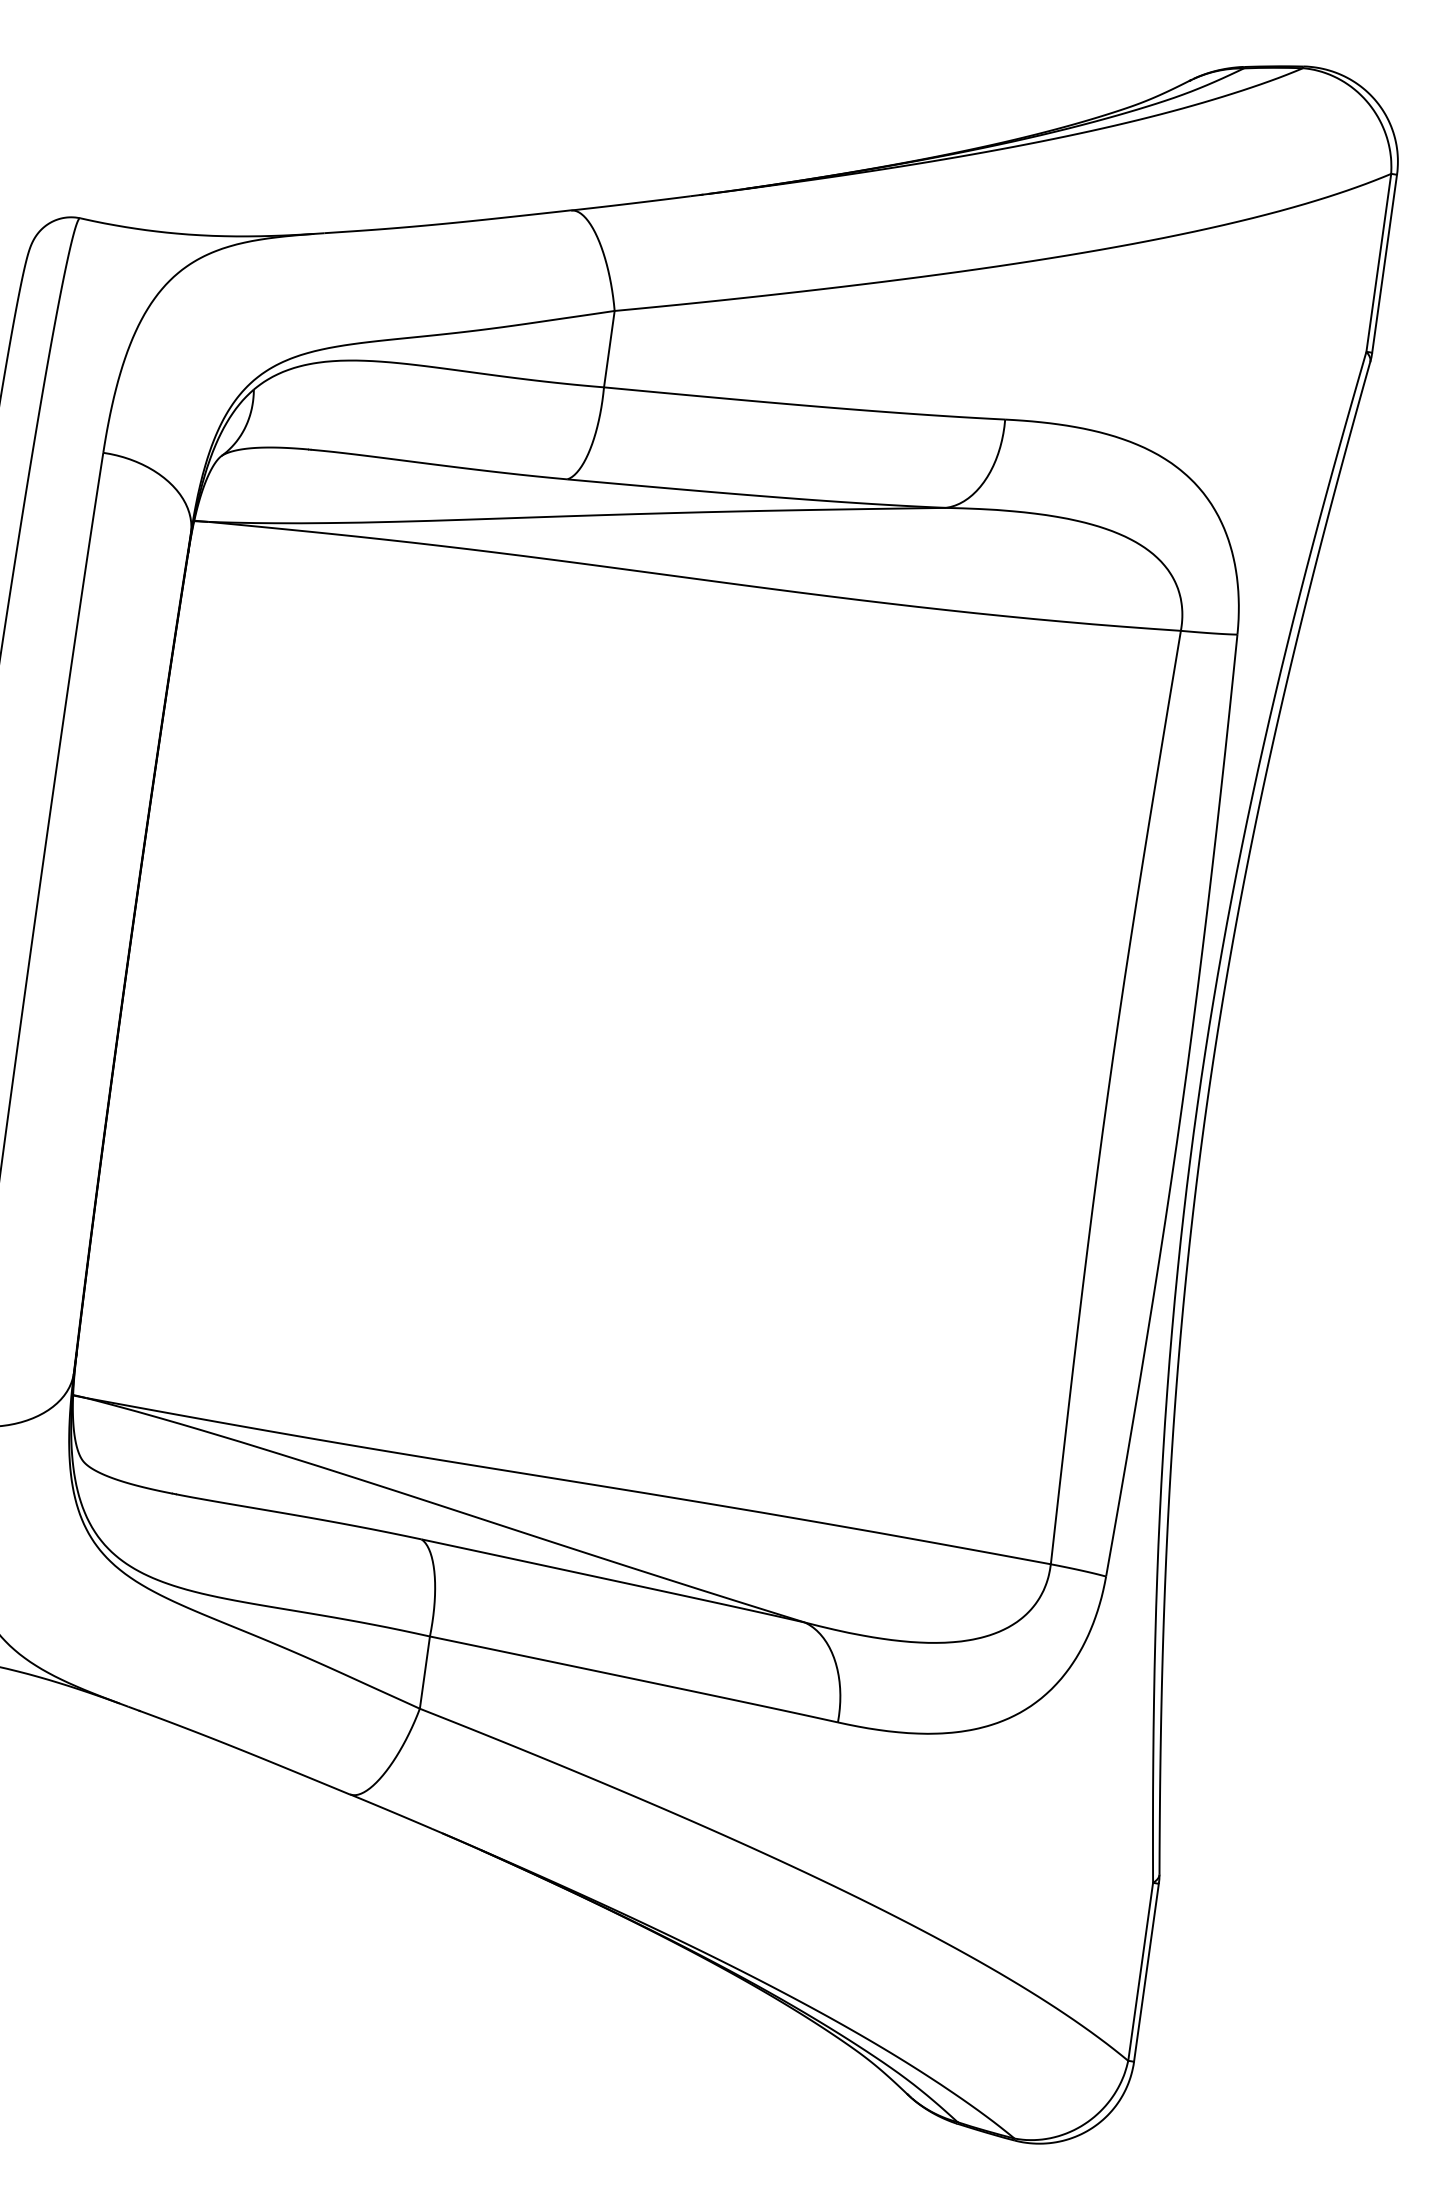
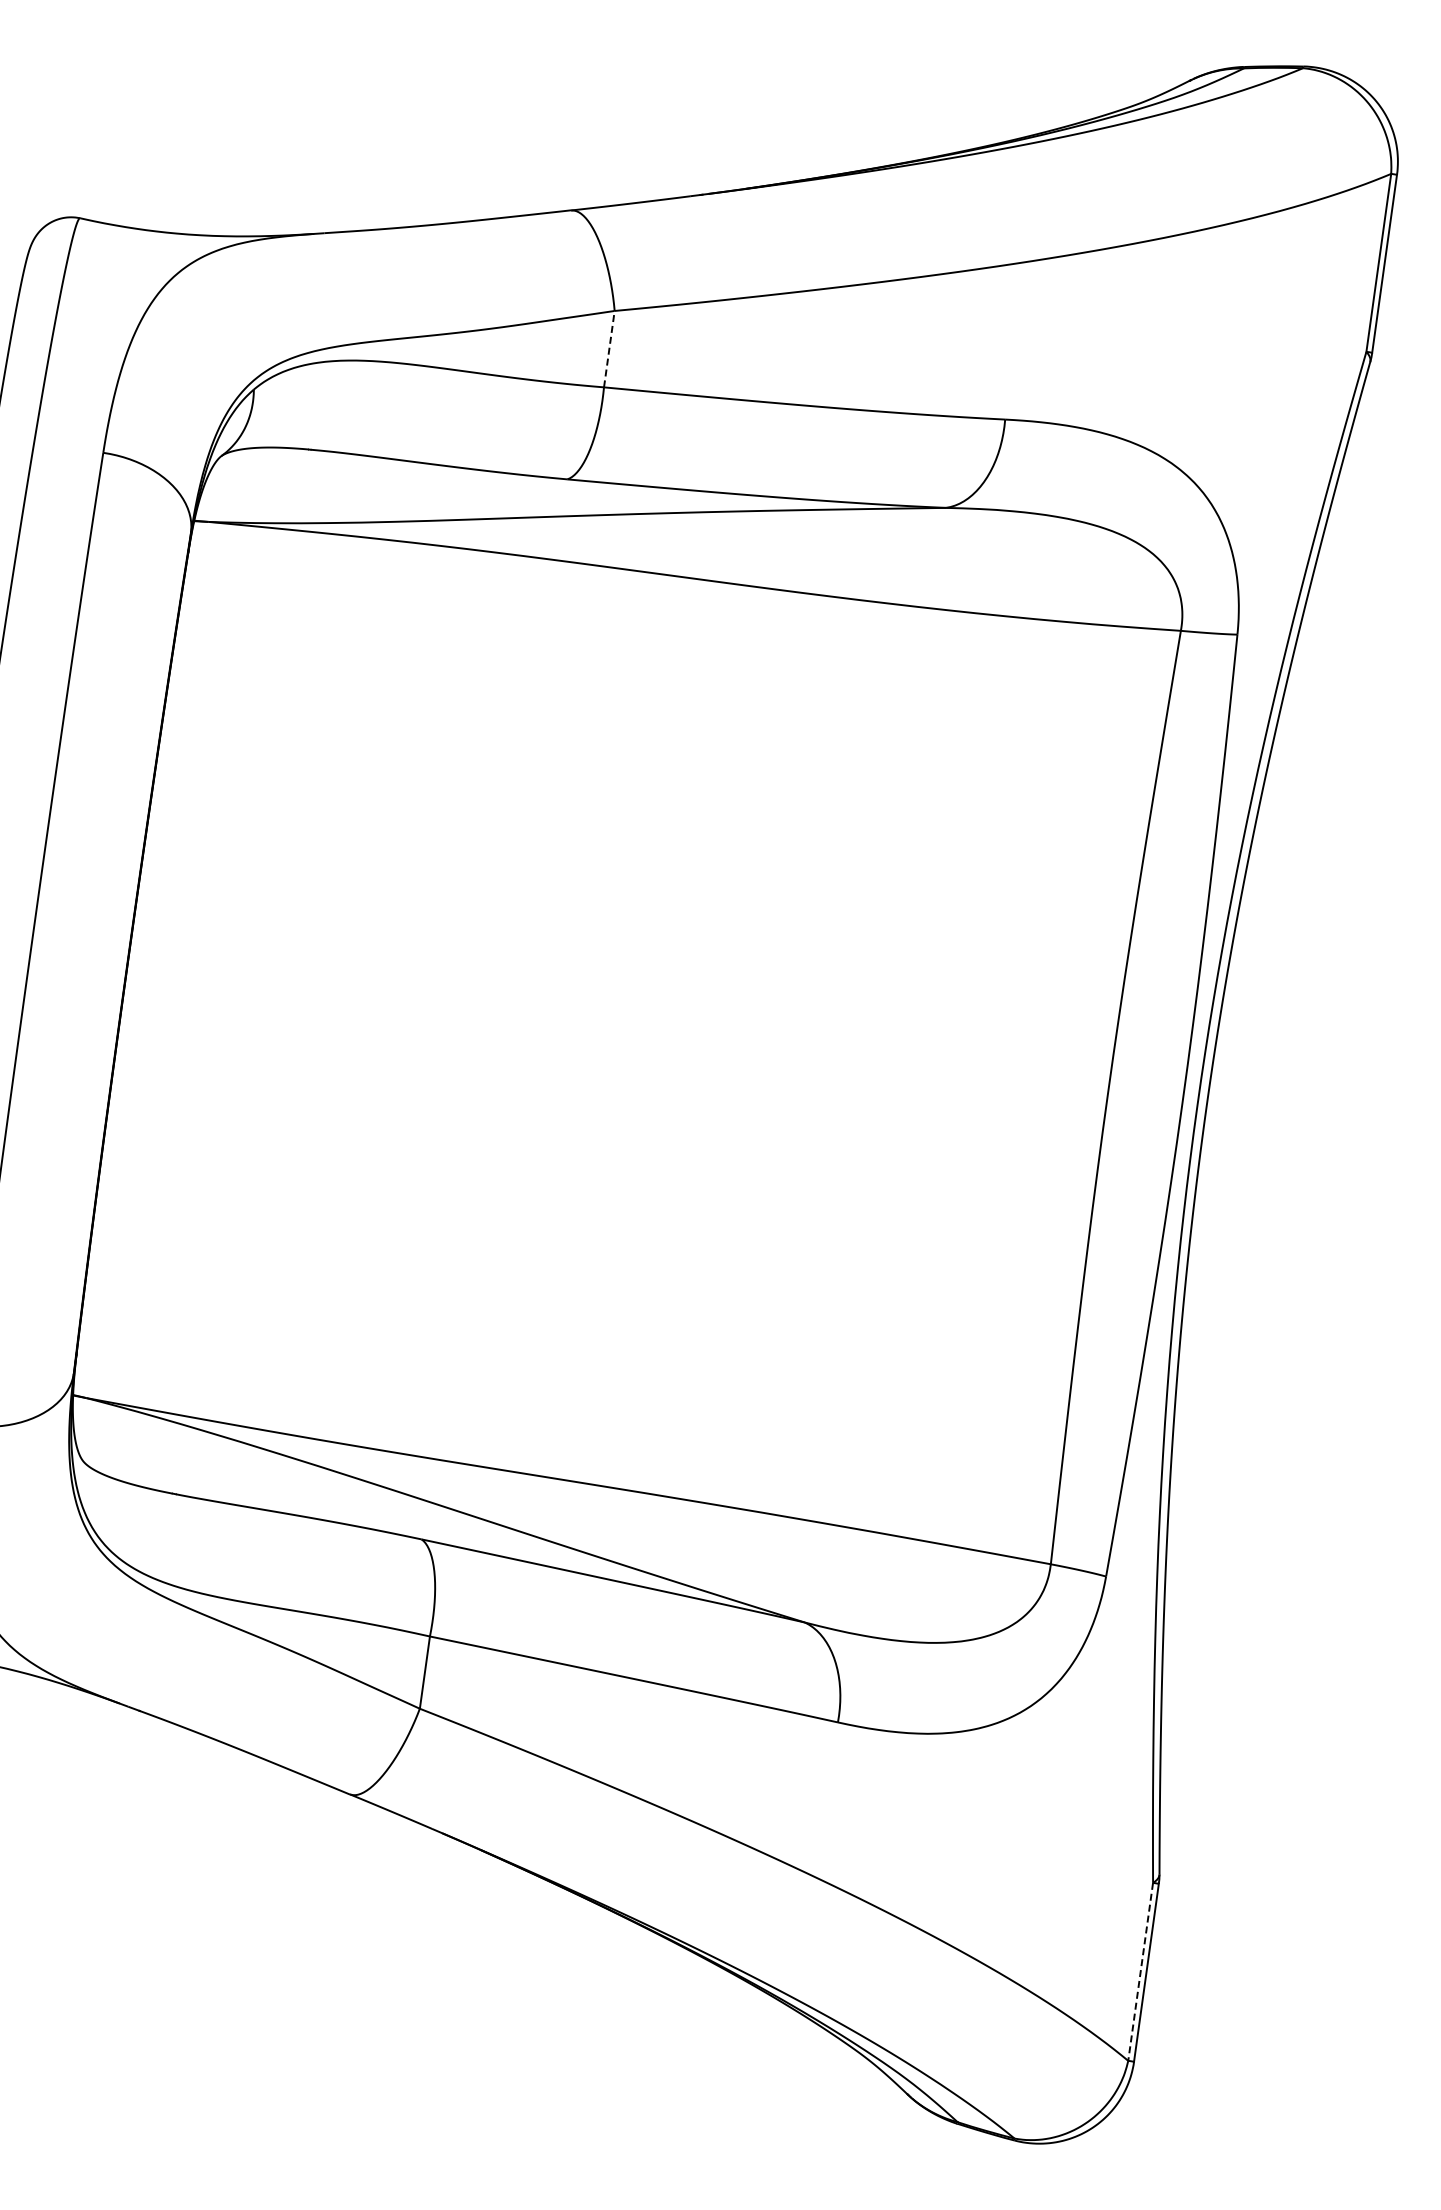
line at (609, 349): solid -> dashed
line at (1140, 1971): solid -> dashed
